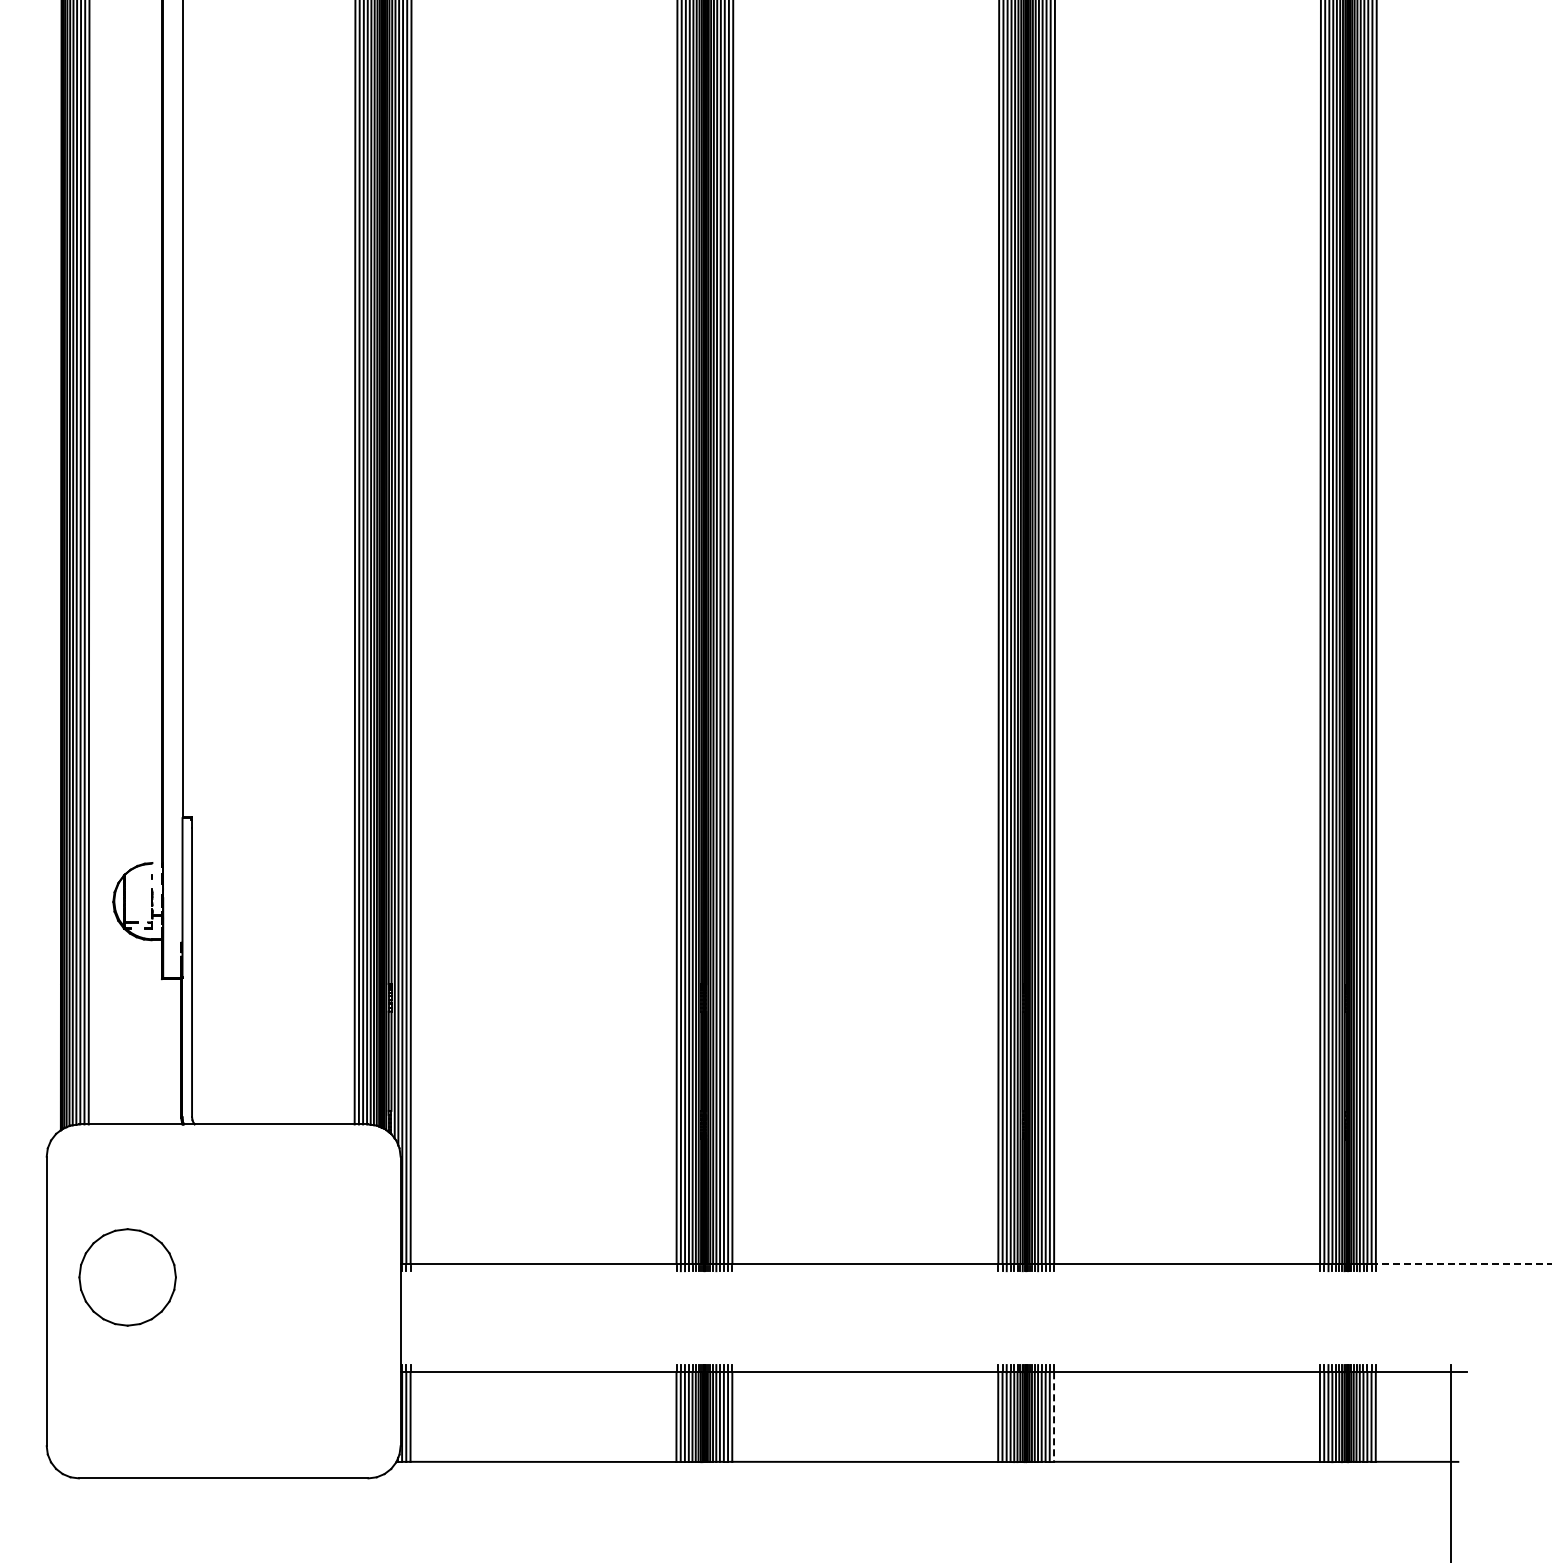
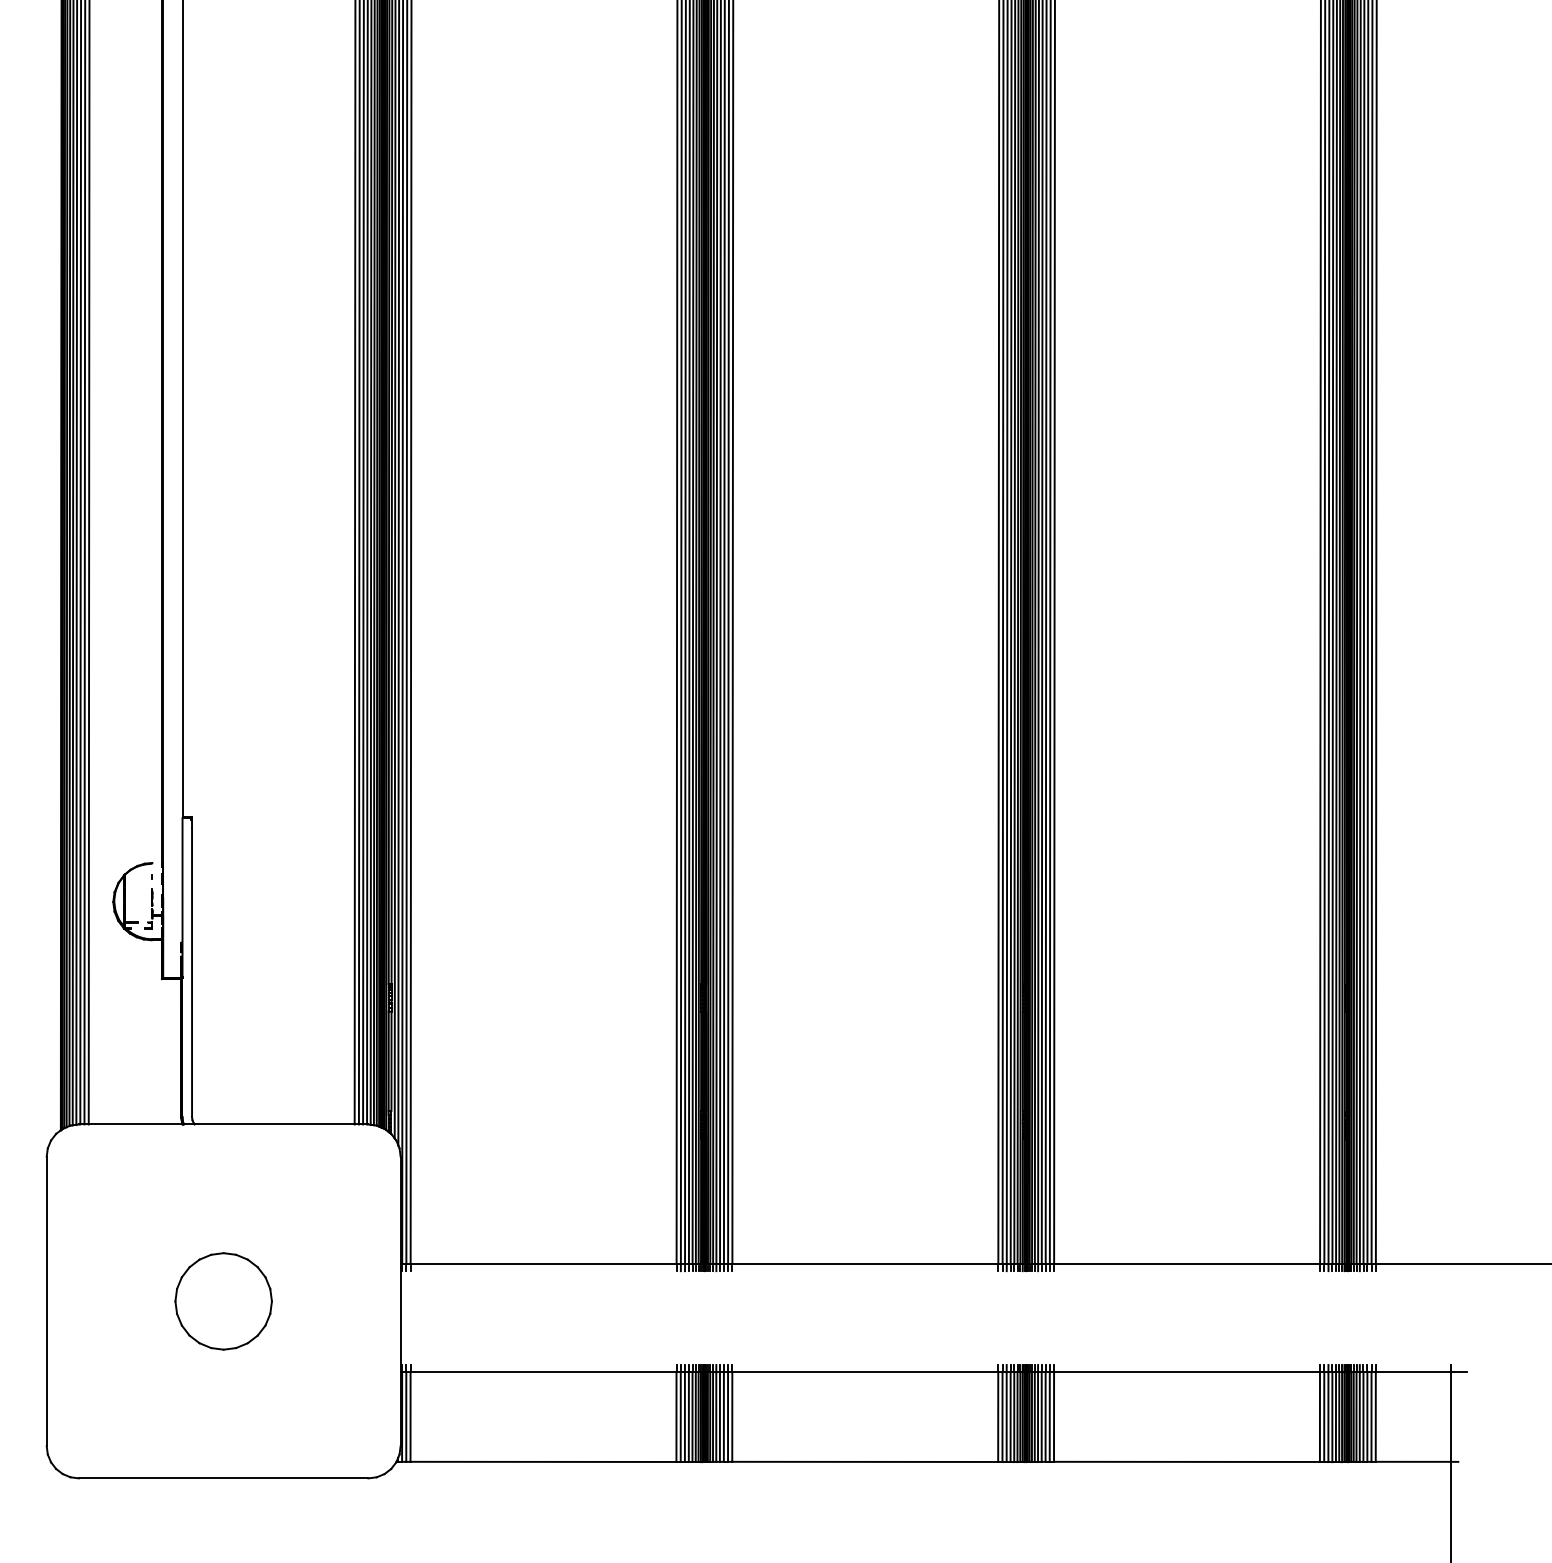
line at (1463, 1263): dashed -> solid
part at (127, 1277) position: (127, 1277) -> (223, 1301)
line at (1054, 1417): dashed -> solid
